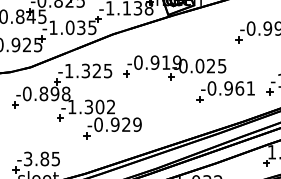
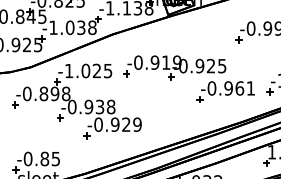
text at (92, 27): -1.035 -> -1.038
text at (199, 66): -0.025 -> -0.925
text at (85, 70): -1.325 -> -1.025
text at (91, 106): -1.302 -> -0.938
text at (27, 158): -3.85 -> -0.85
